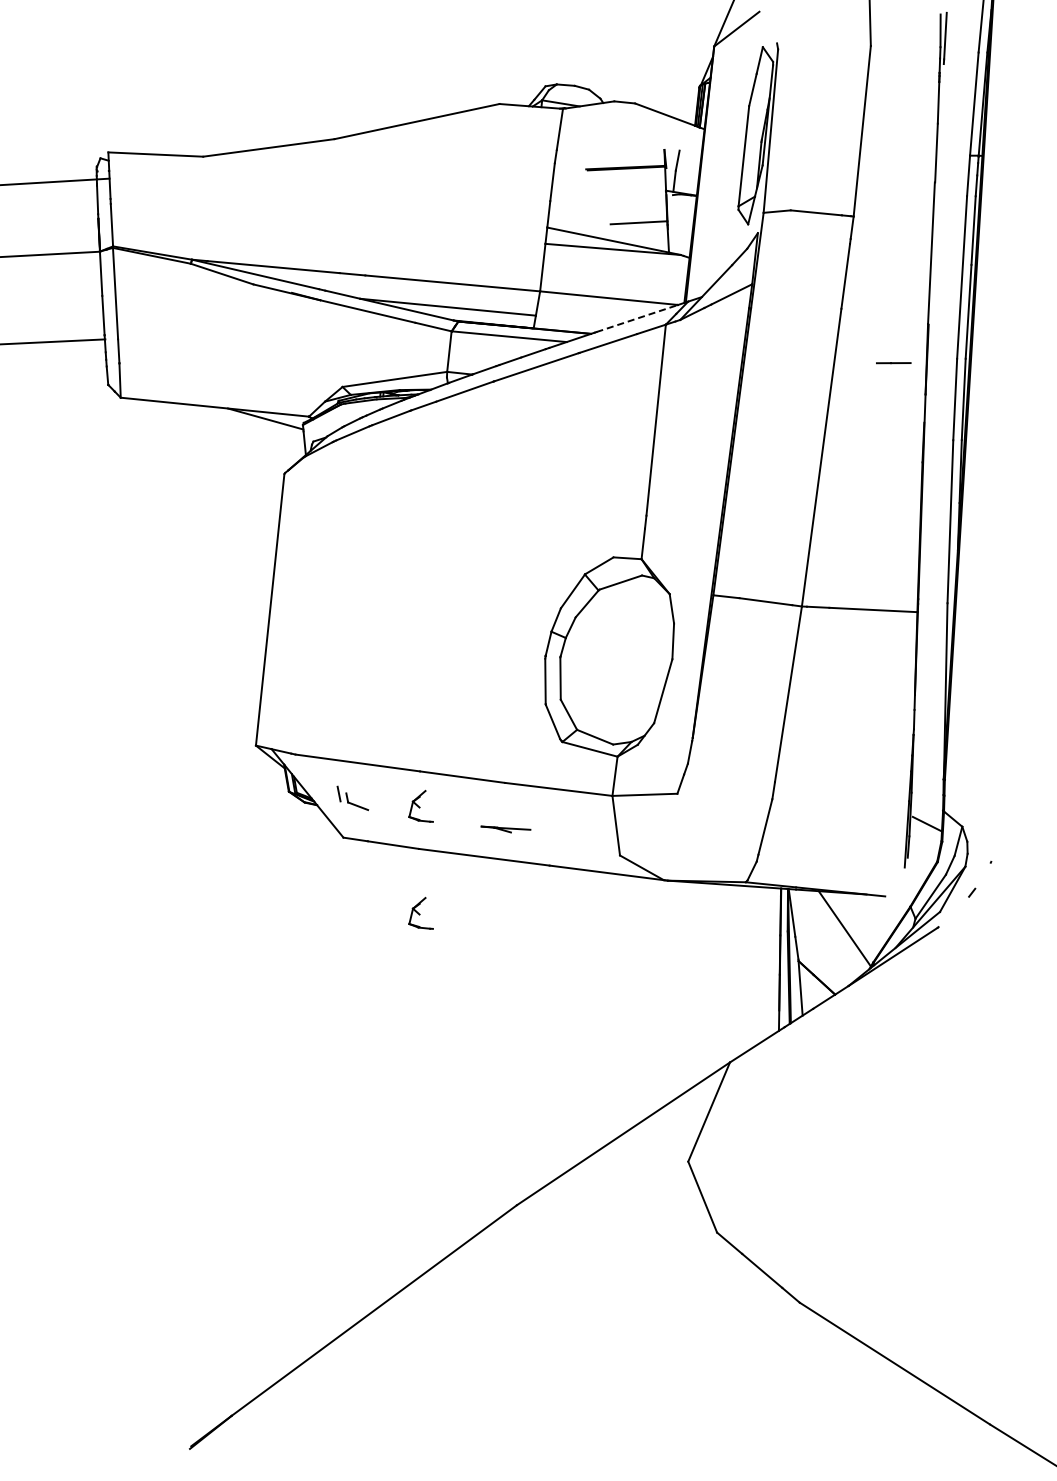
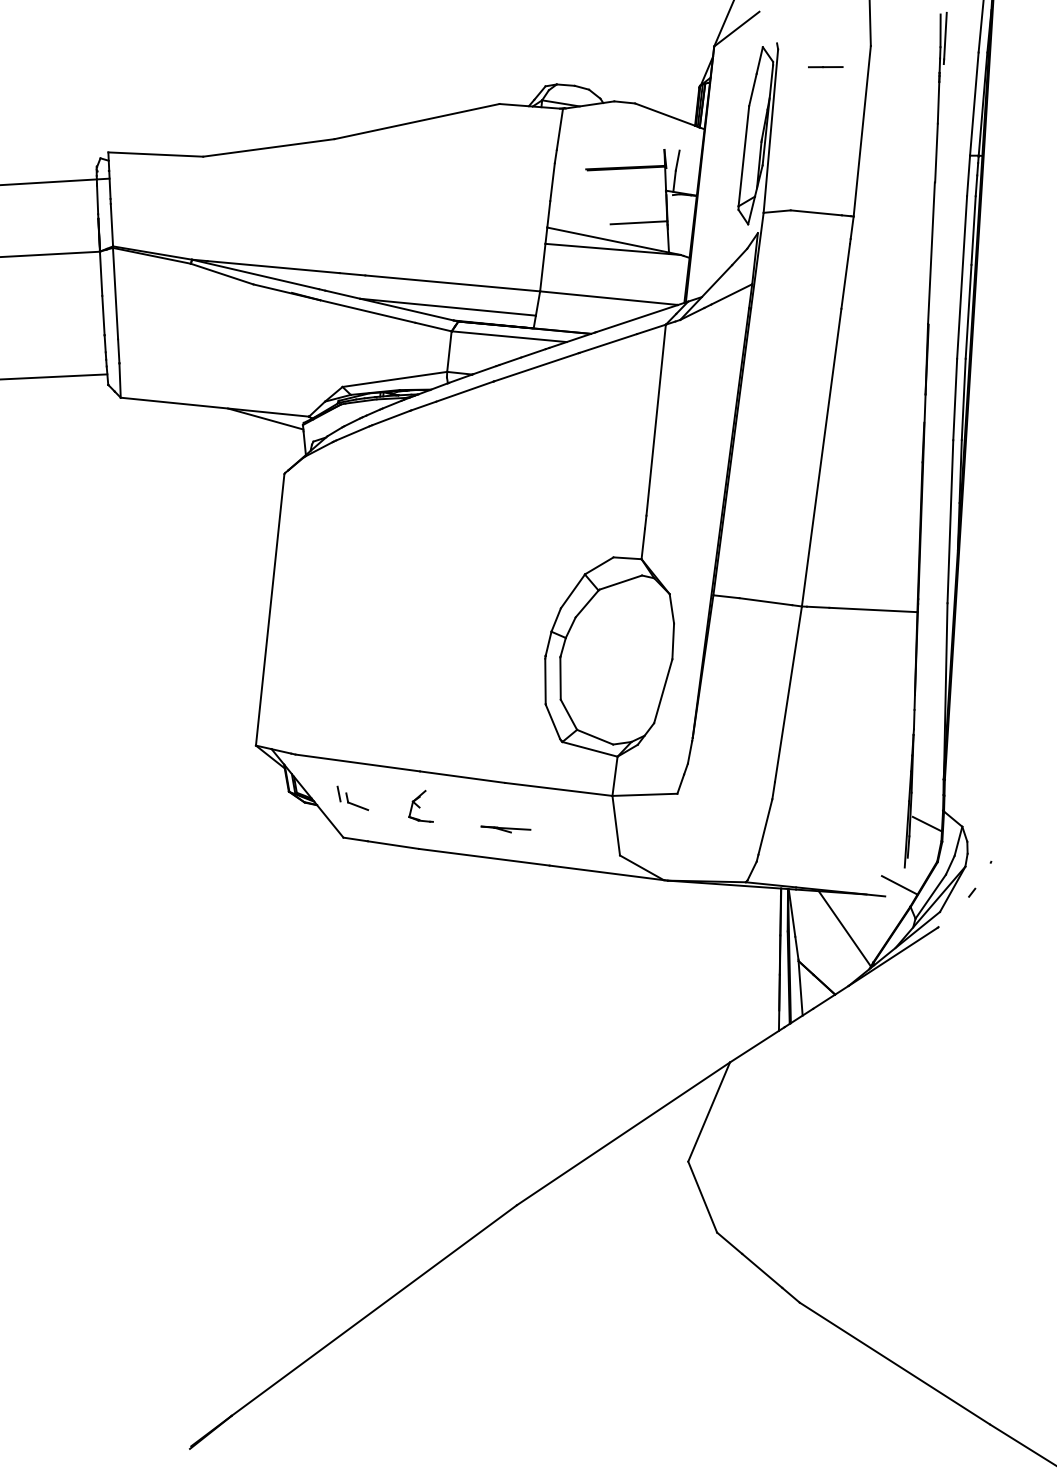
line at (636, 318): dashed -> solid
line at (53, 341) position: (53, 341) -> (54, 376)
line at (893, 363) position: (893, 363) -> (825, 67)
line at (899, 885): none -> present
part at (420, 912): present -> none
